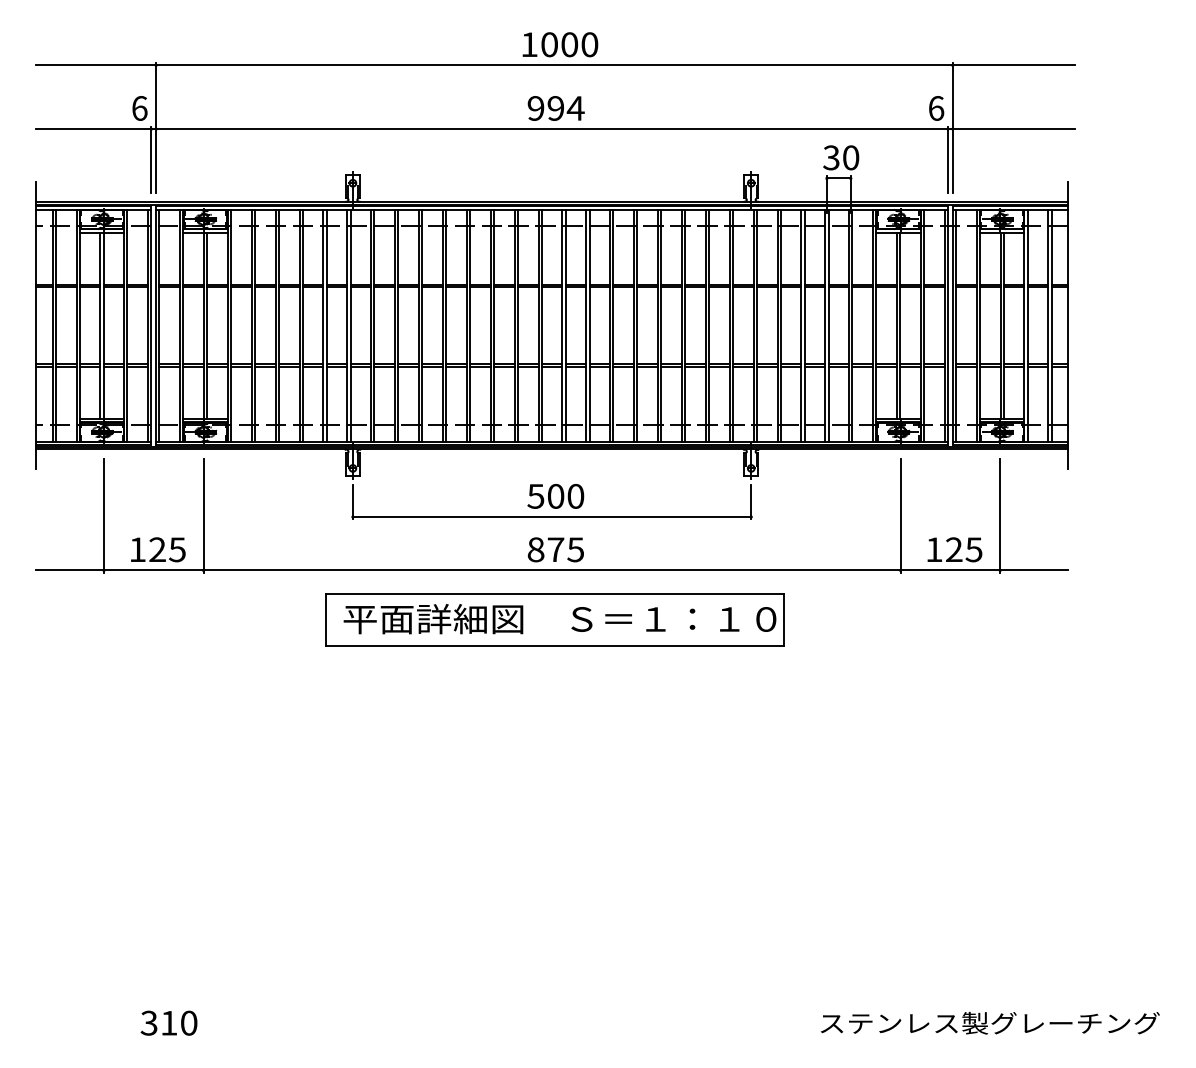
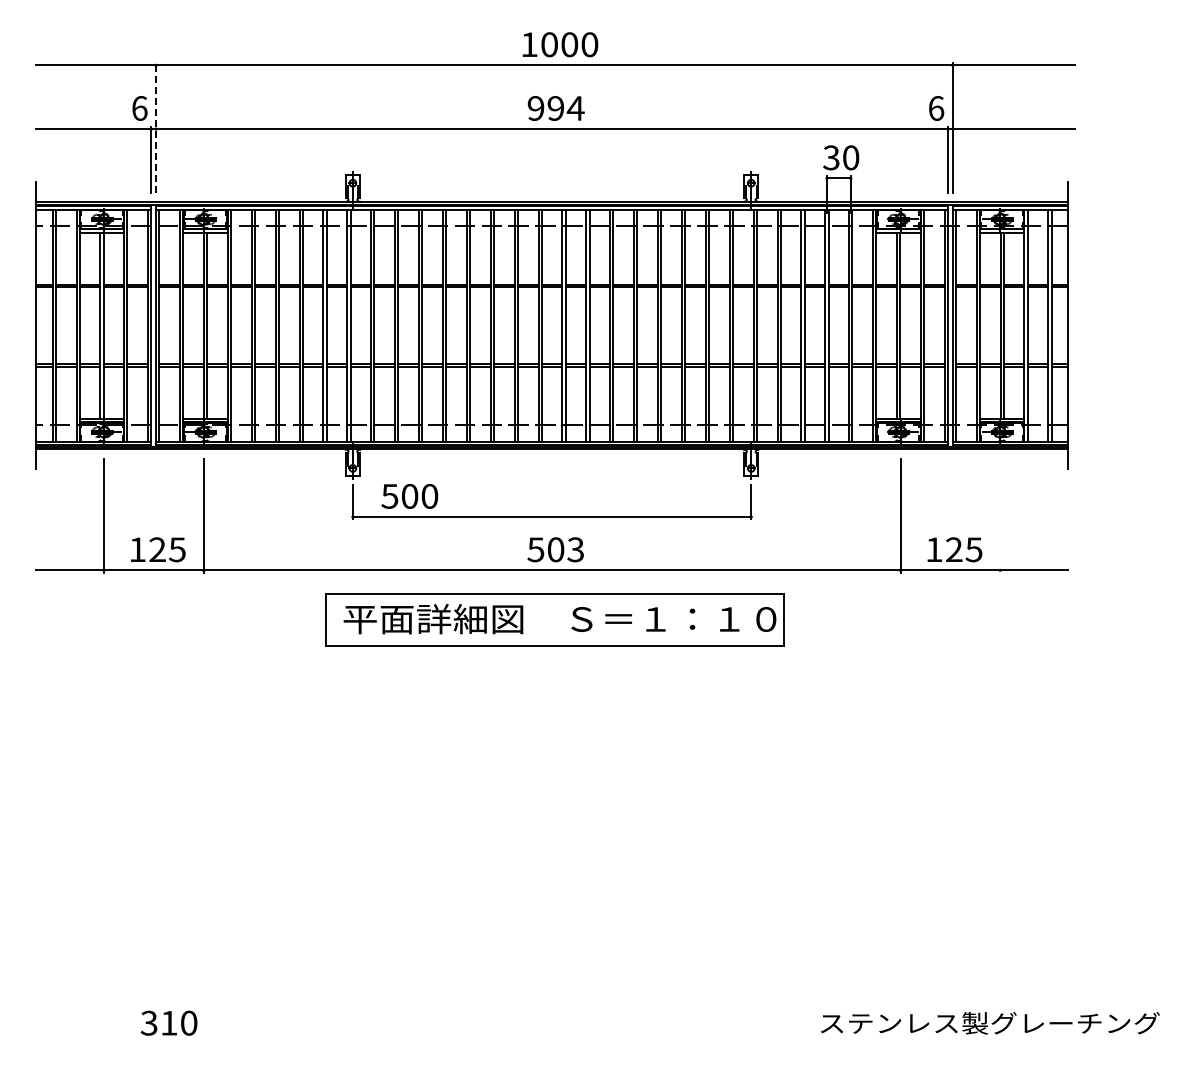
line at (156, 127): solid -> dashed
text at (555, 496) position: (555, 496) -> (409, 496)
line at (1000, 515): present -> none
text at (555, 549): 875 -> 503
